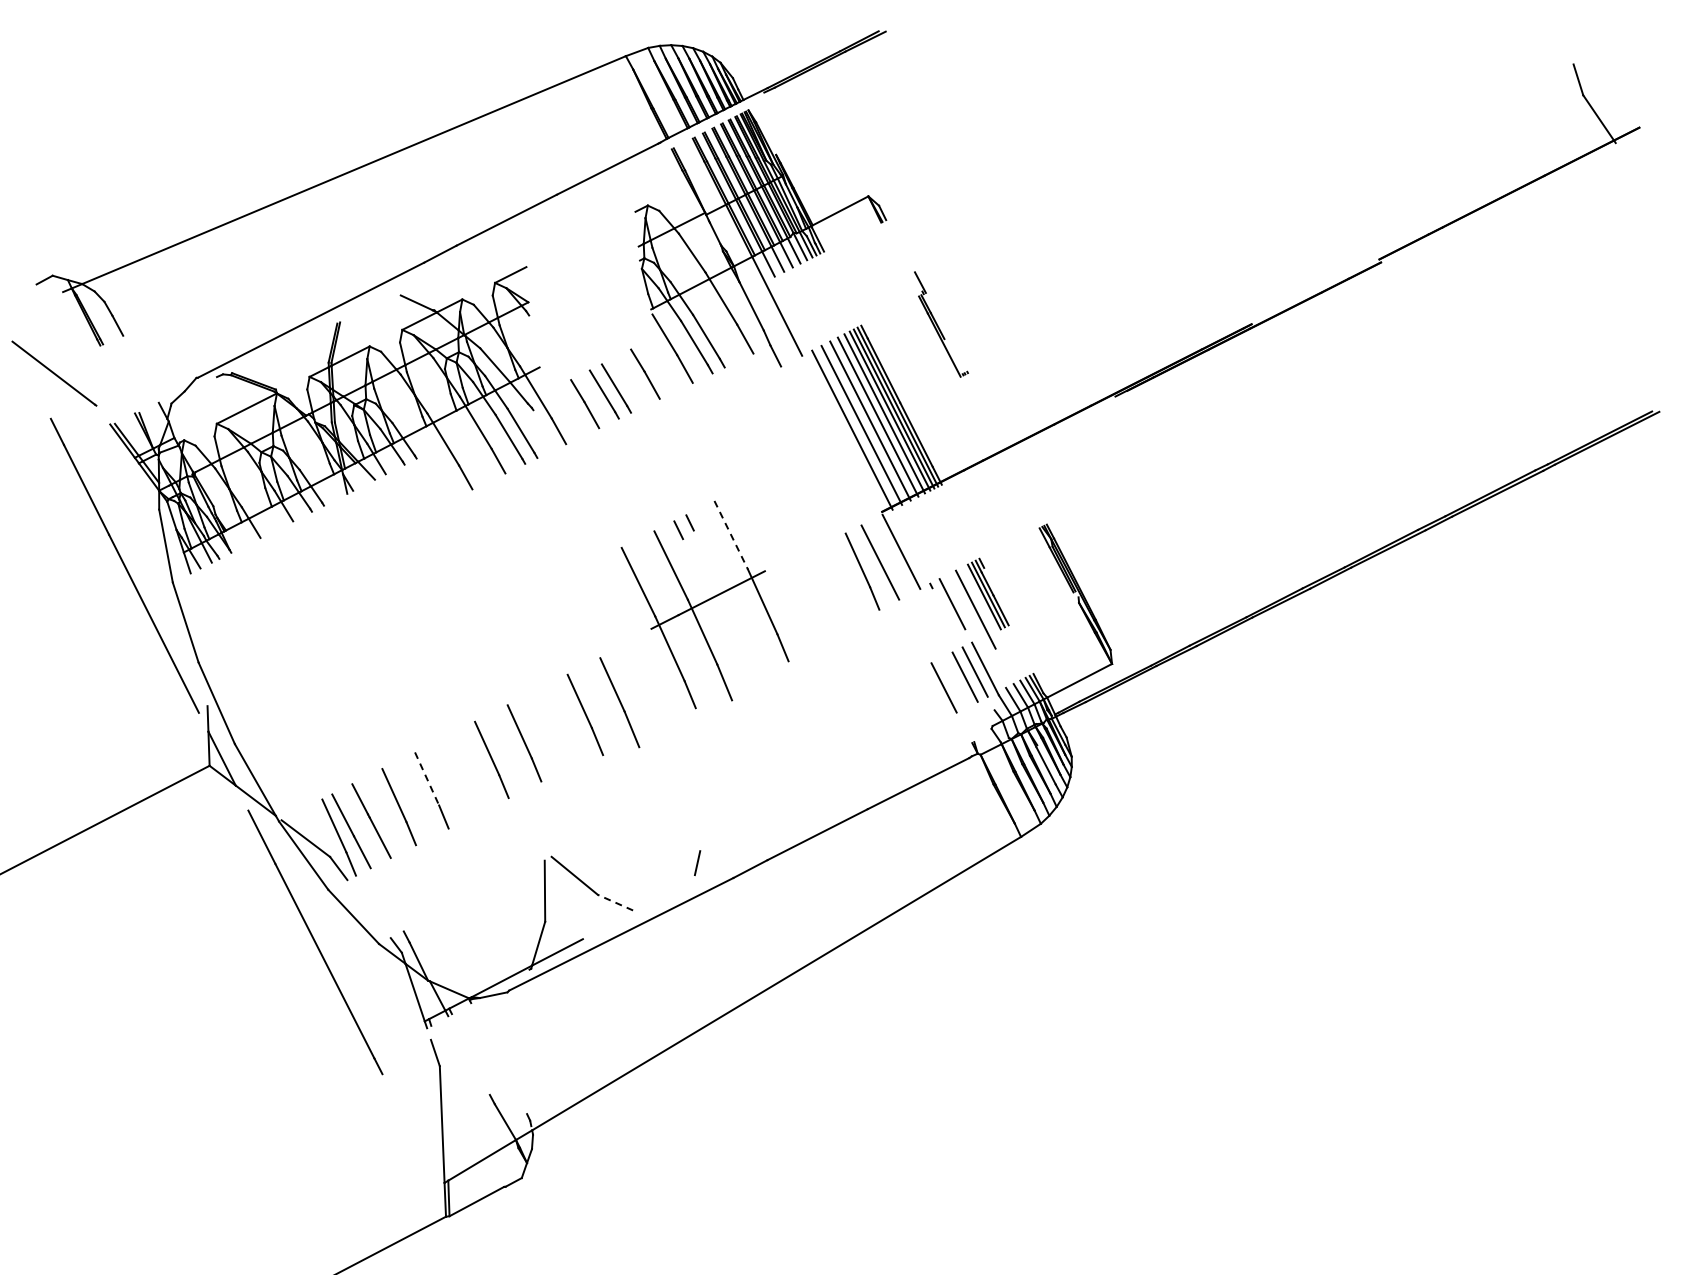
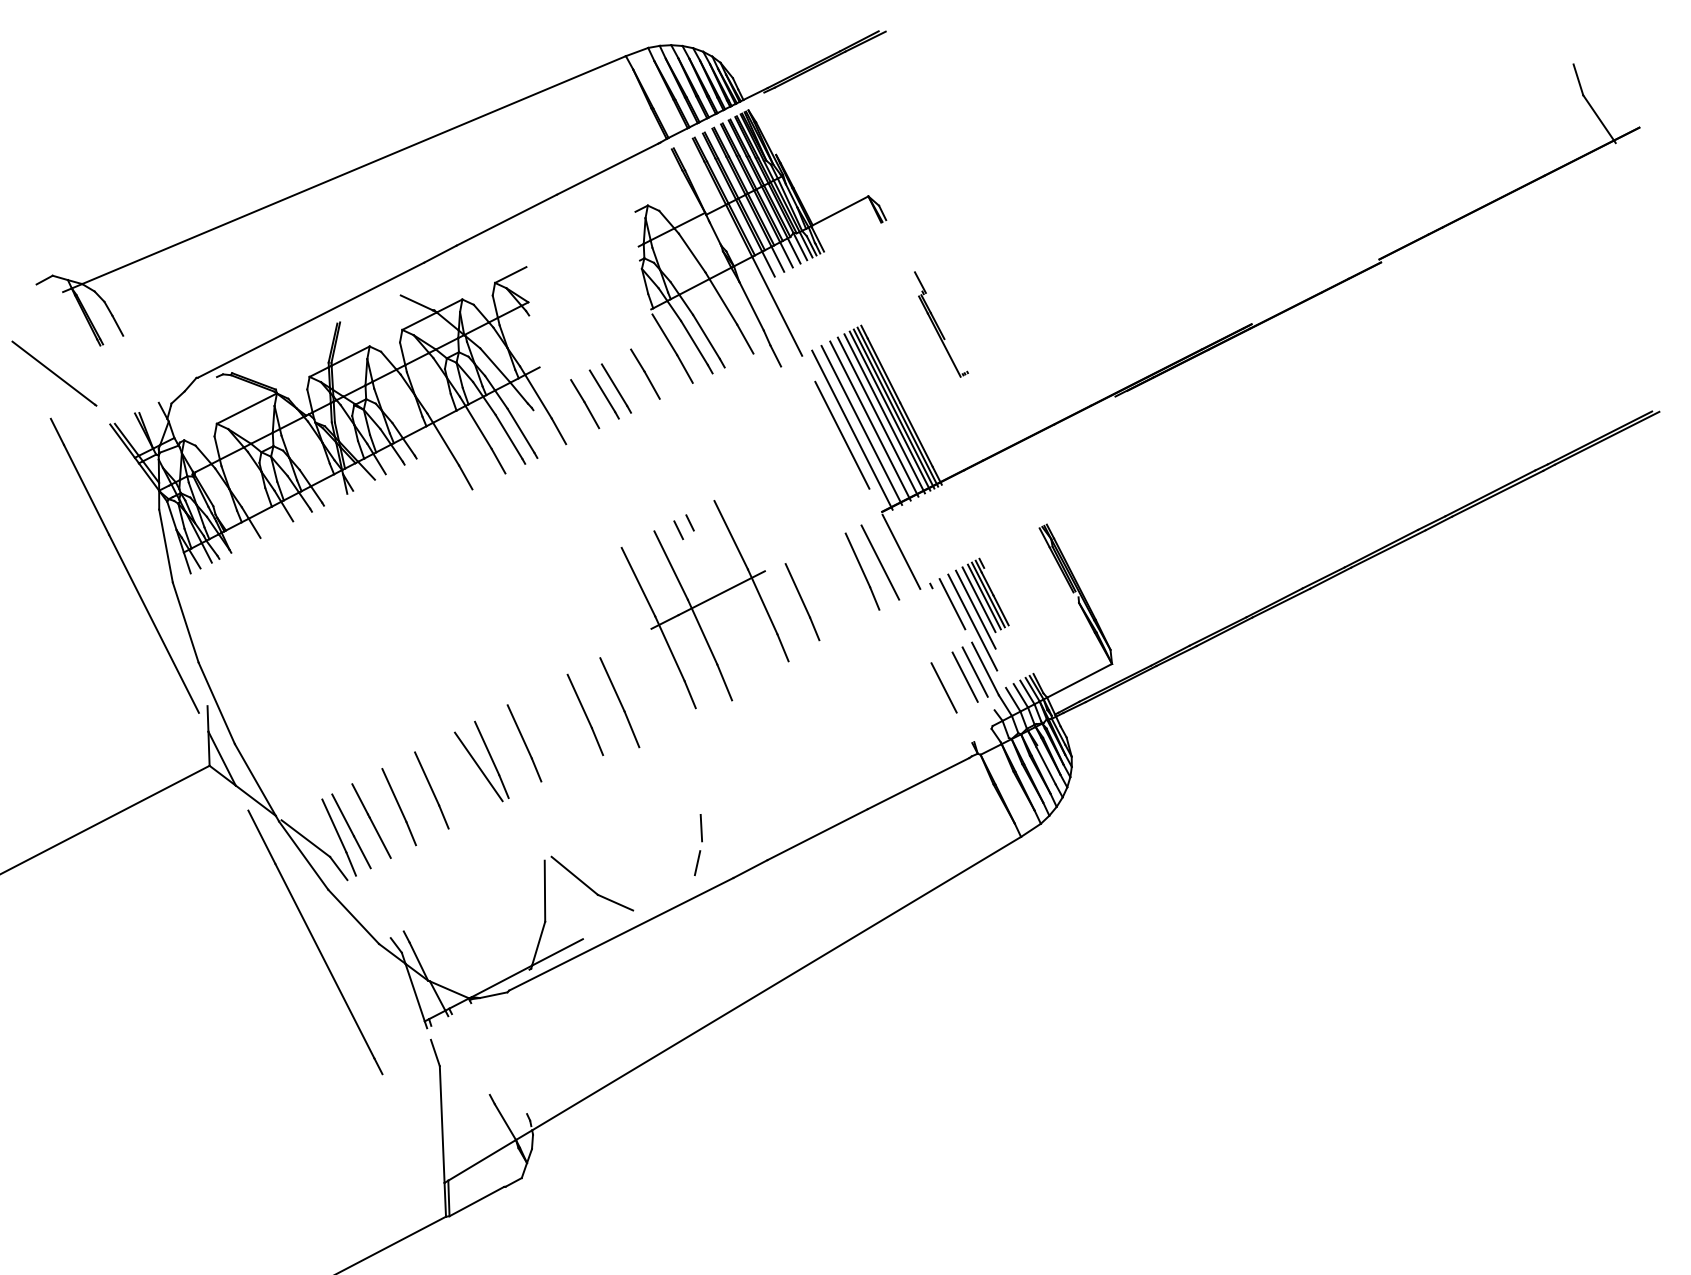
line at (842, 434): none -> present
line at (731, 535): dashed -> solid
line at (978, 599): none -> present
line at (802, 602): none -> present
line at (972, 622): none -> present
line at (478, 766): none -> present
line at (427, 779): dashed -> solid
line at (700, 828): none -> present
line at (615, 902): dashed -> solid
